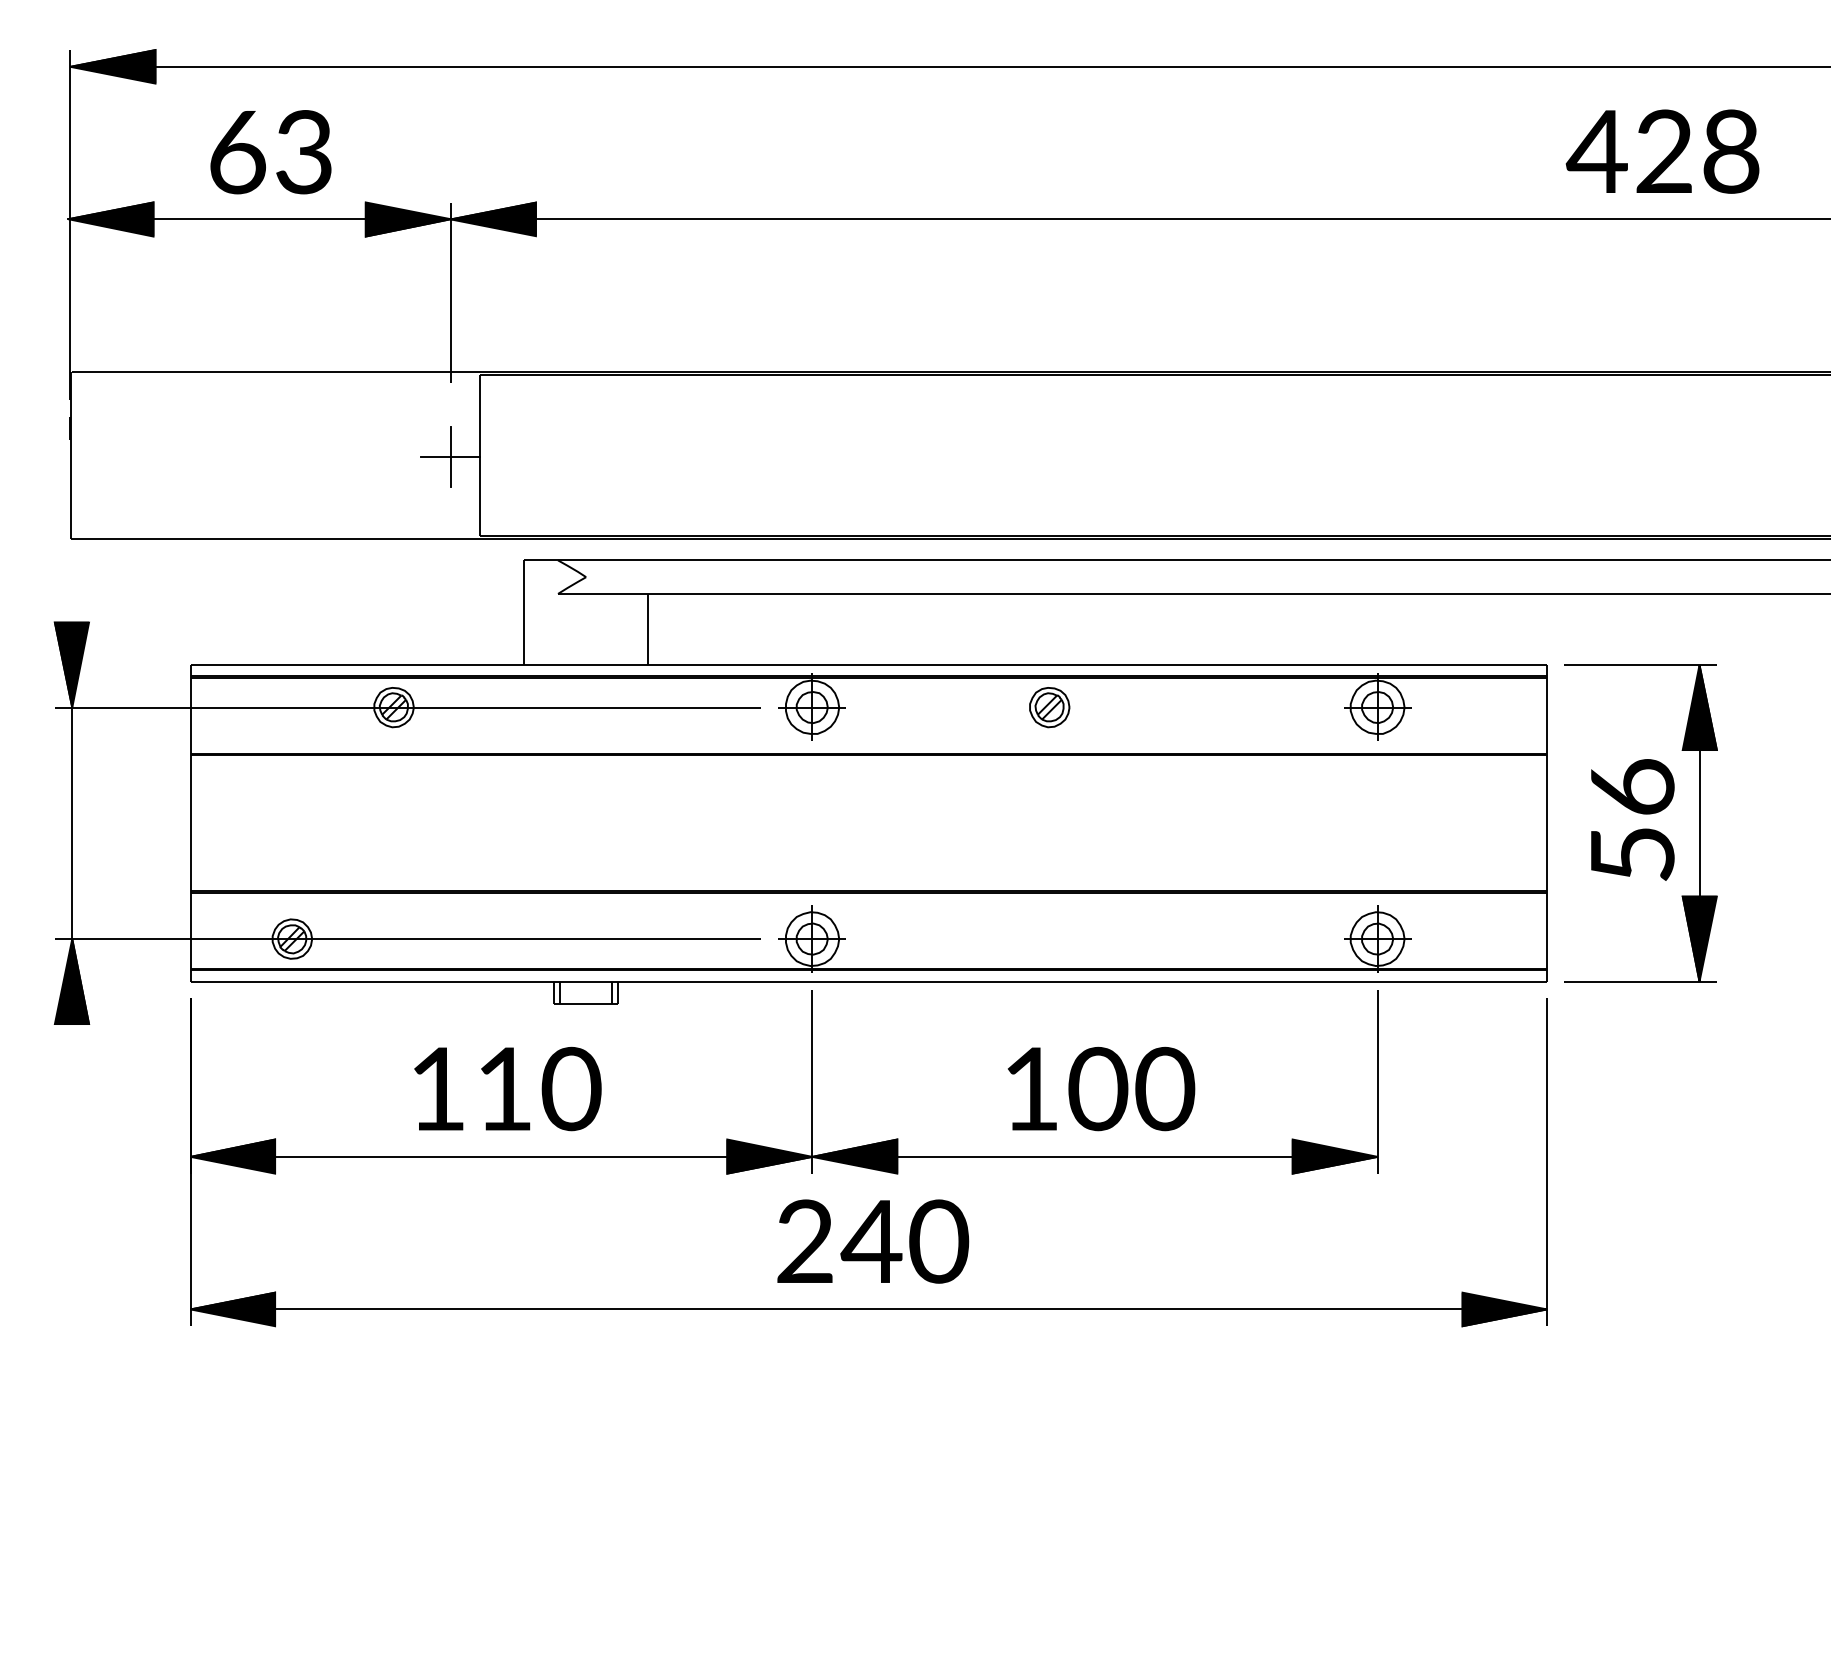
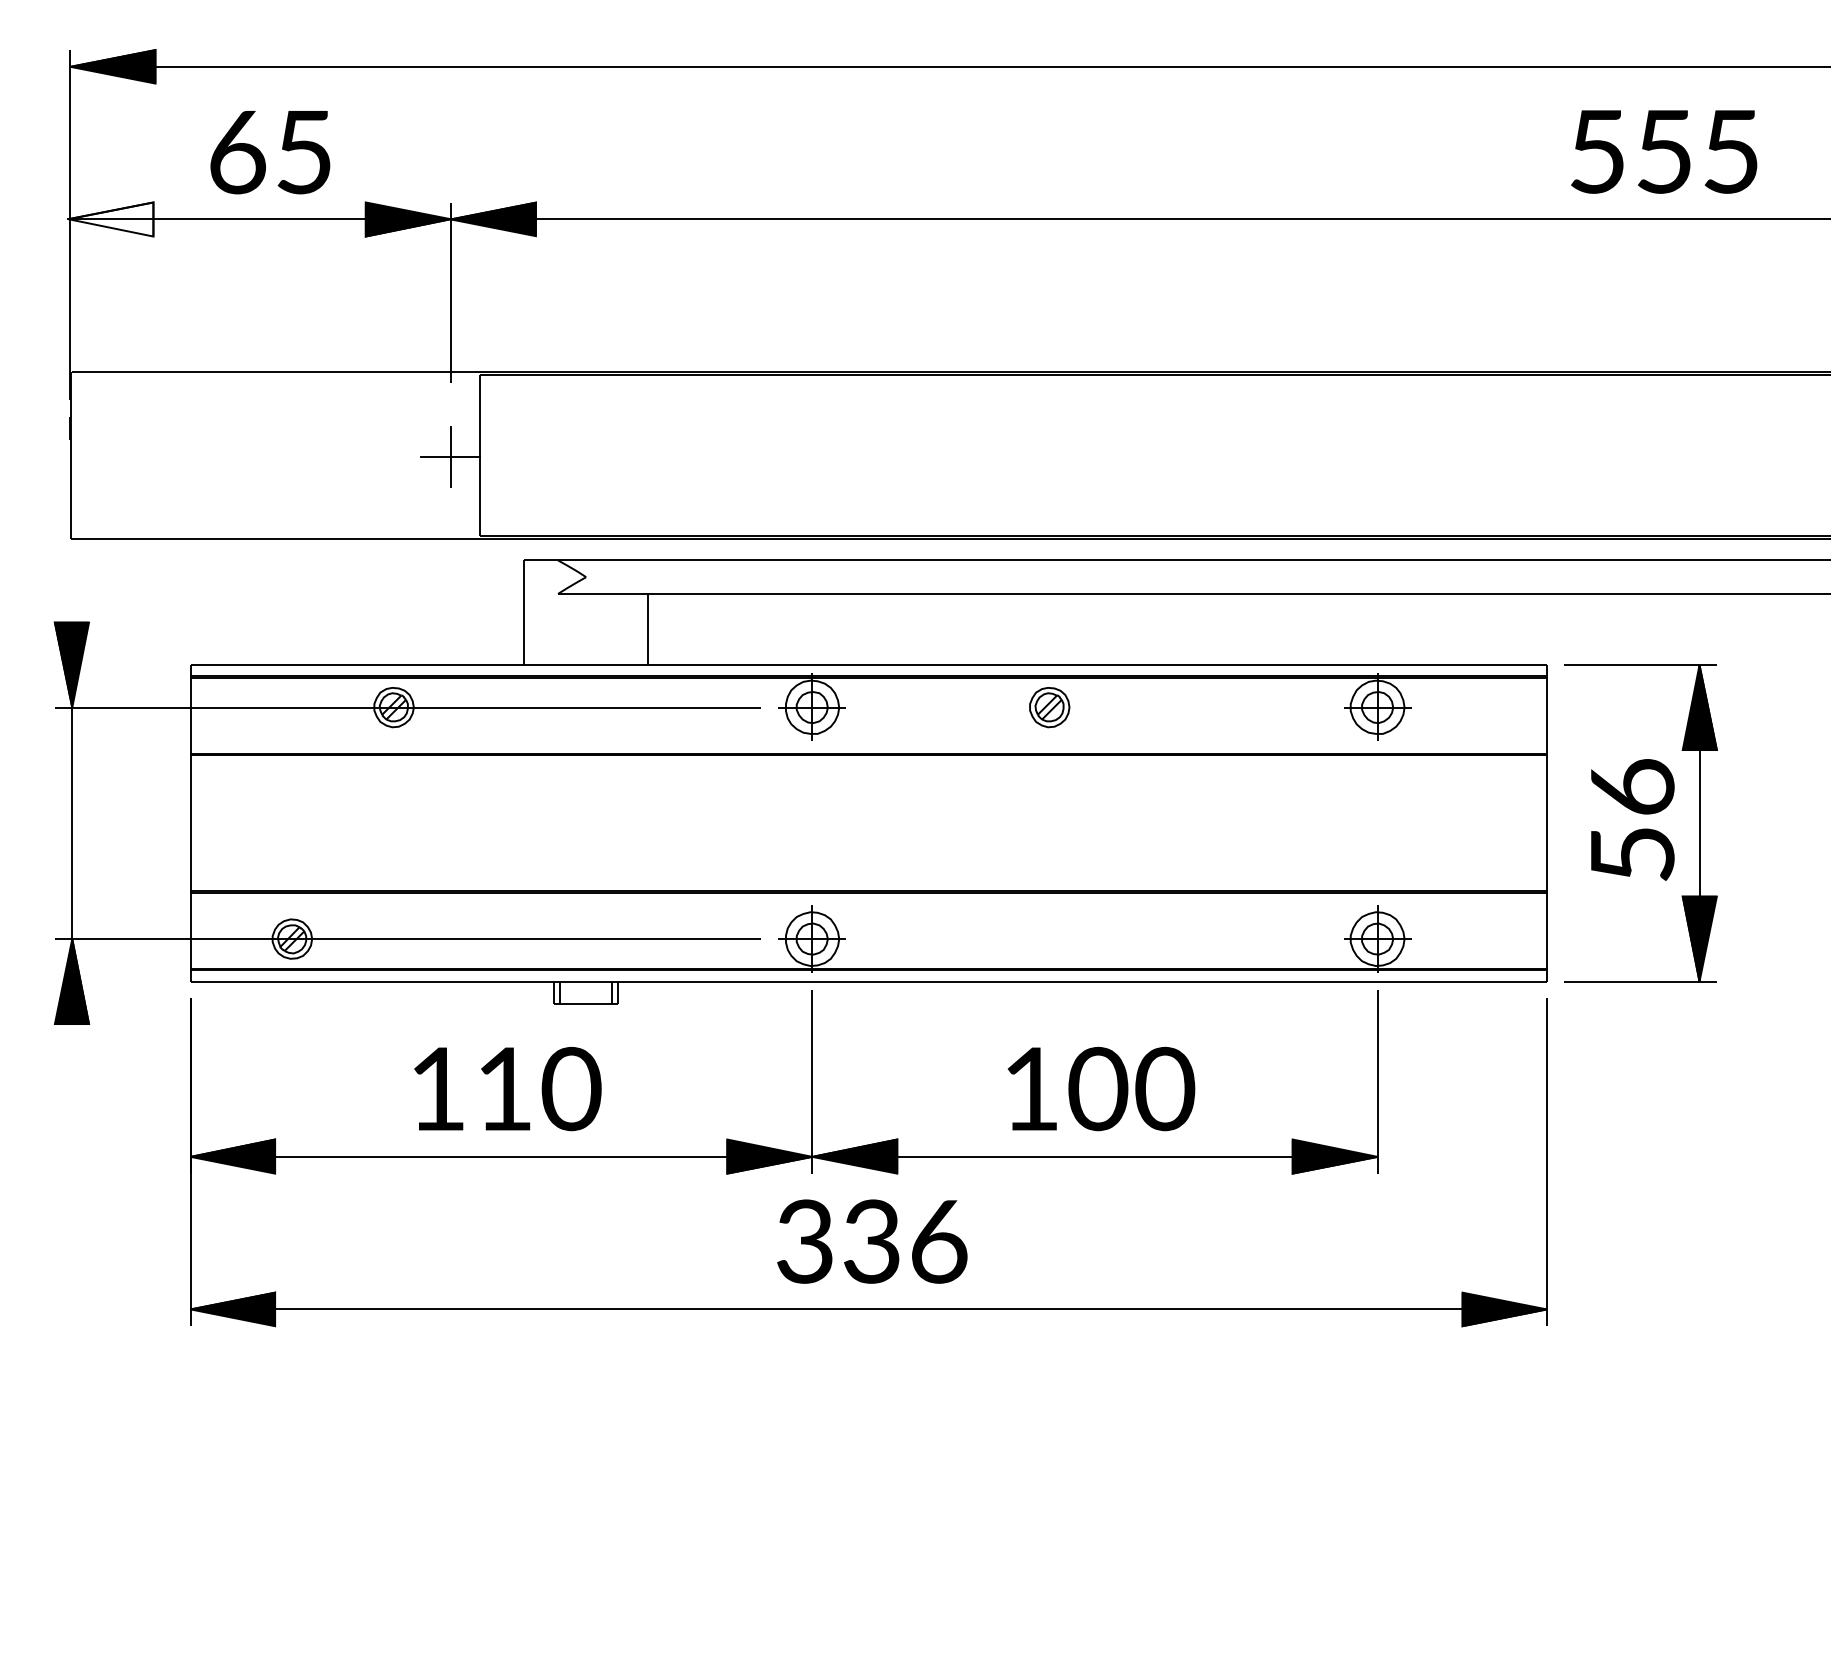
text at (1662, 151): 428 -> 555
text at (303, 152): 63 -> 65
fill at (110, 219): present -> none
text at (873, 1241): 240 -> 336
